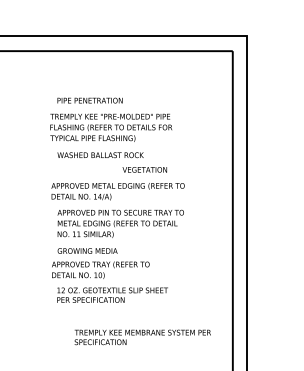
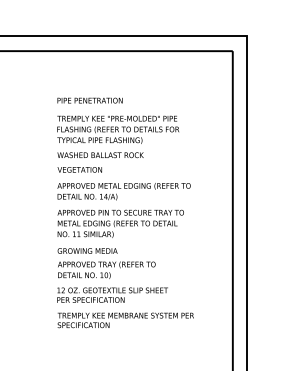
text at (111, 127) position: (111, 127) -> (118, 129)
text at (144, 169) position: (144, 169) -> (79, 169)
text at (117, 191) position: (117, 191) -> (123, 191)
text at (100, 269) position: (100, 269) -> (106, 269)
text at (142, 337) position: (142, 337) -> (125, 320)
